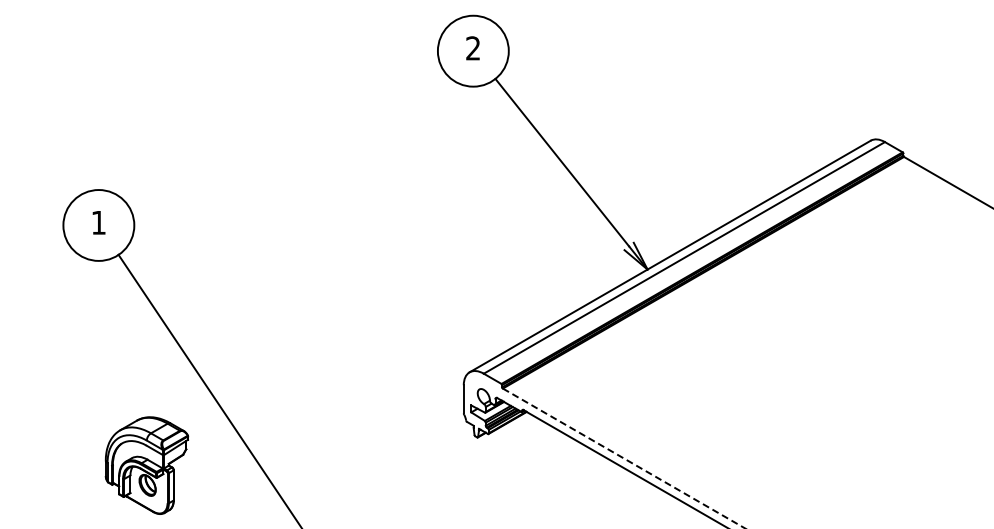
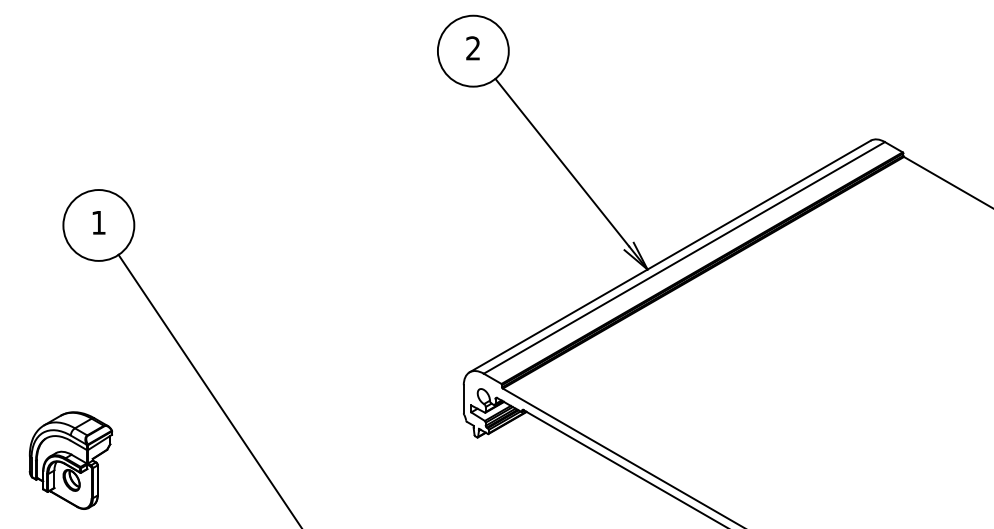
line at (624, 458): dashed -> solid
part at (146, 465) position: (146, 465) -> (70, 460)
